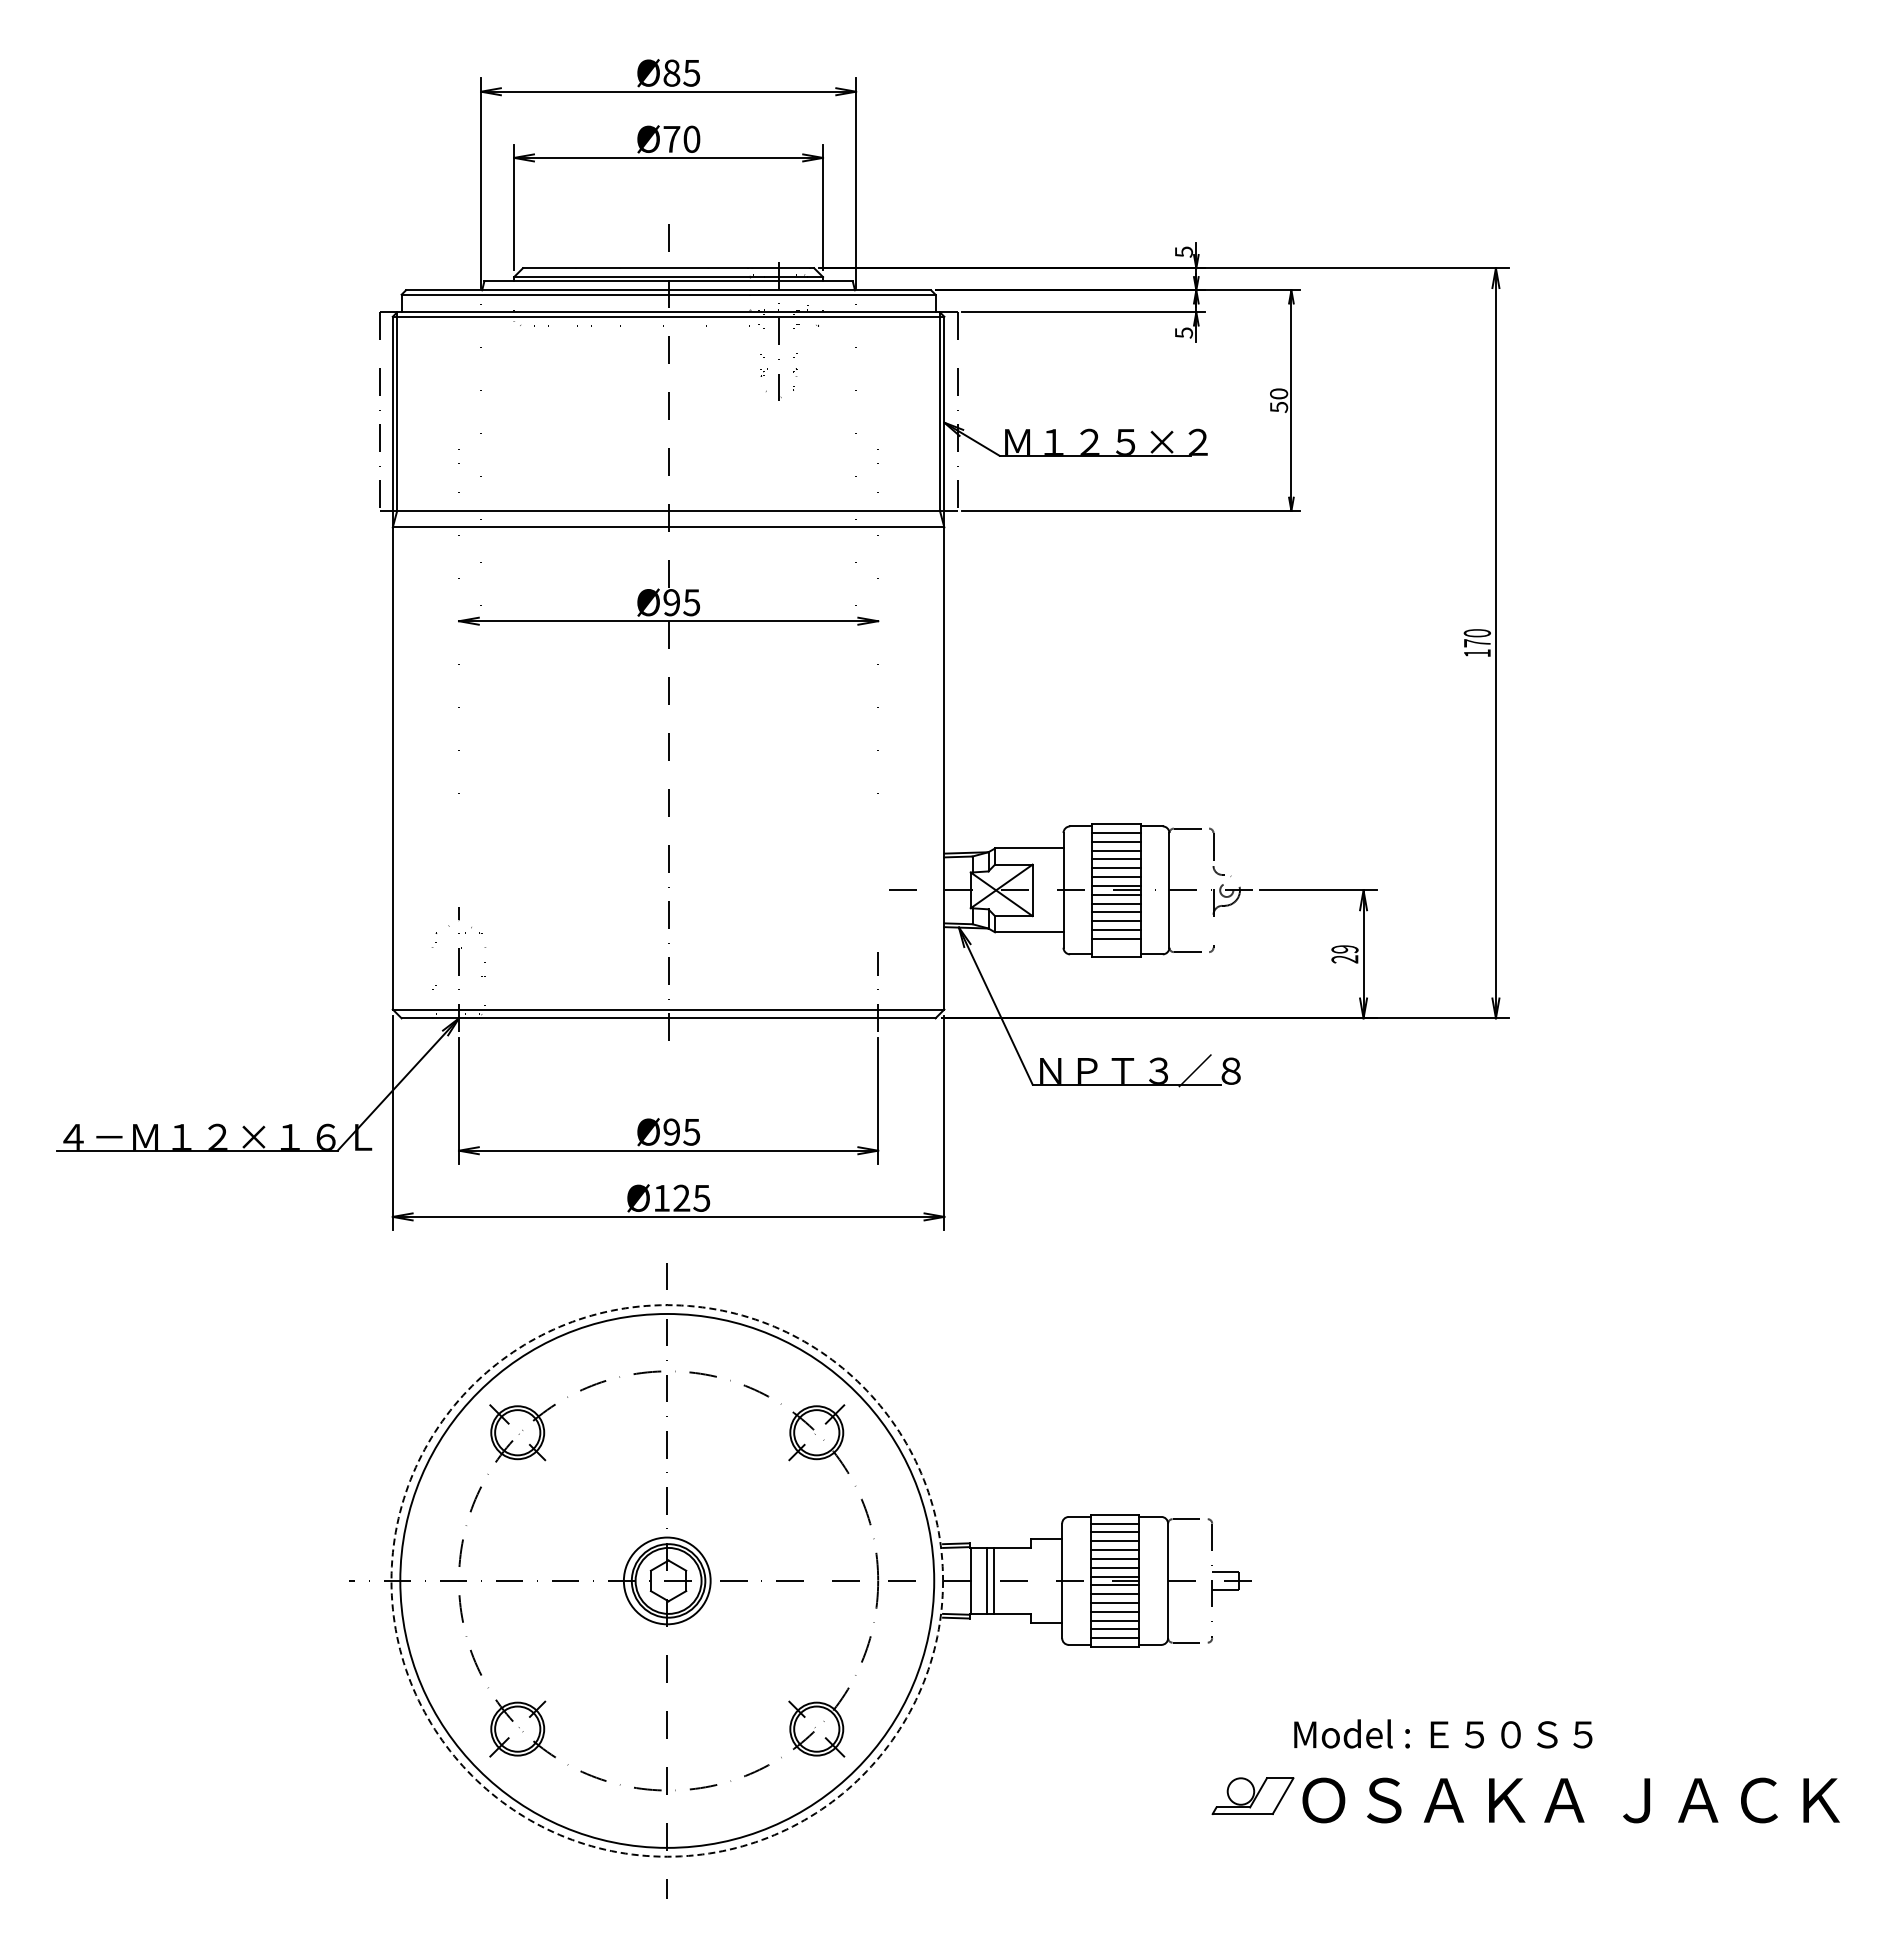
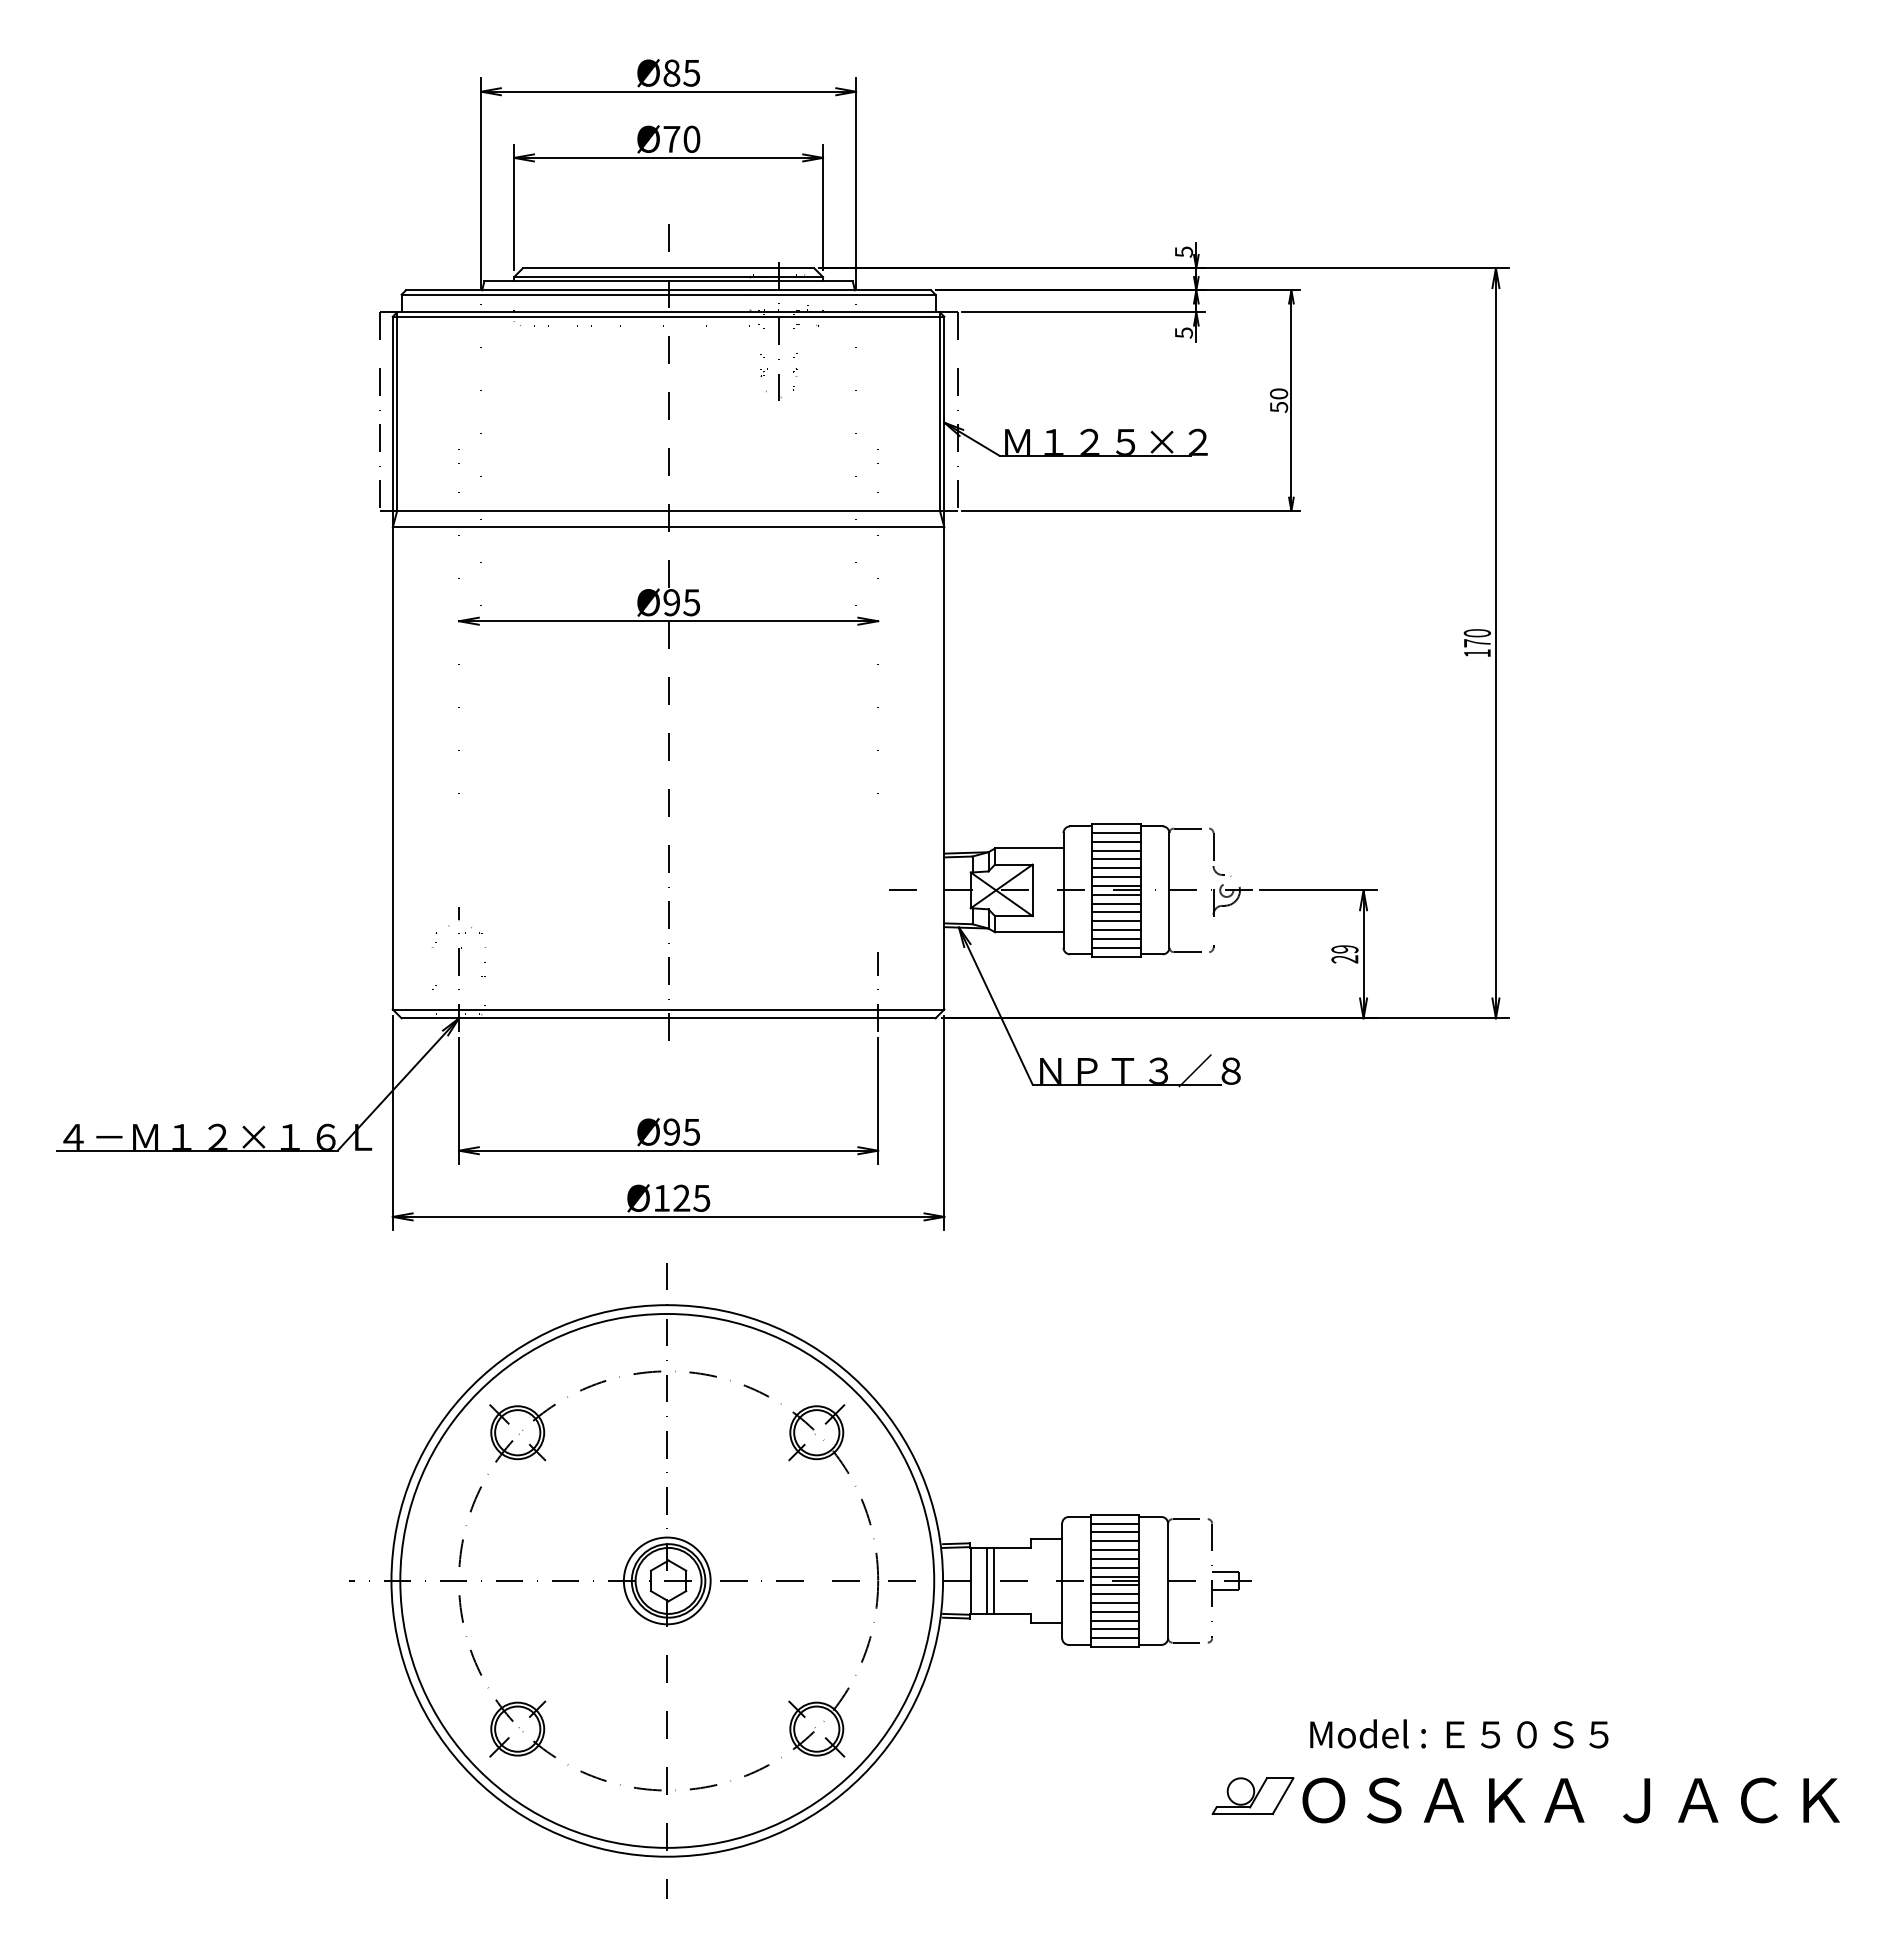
line at (1116, 947): none -> present
circle at (667, 1580): dashed -> solid
text at (1443, 1733) position: (1443, 1733) -> (1459, 1733)
